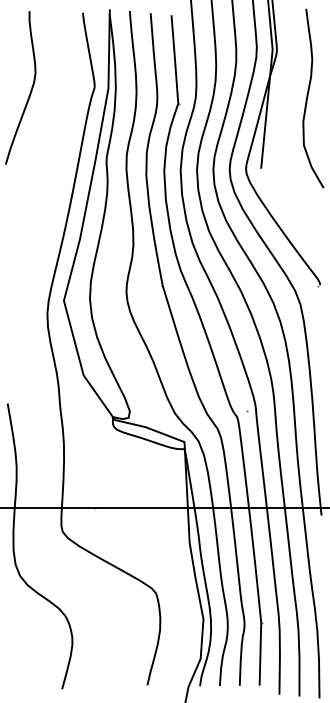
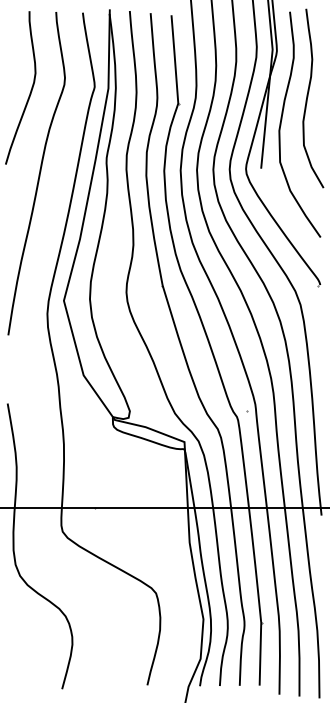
curve at (282, 119): none -> present
curve at (38, 174): none -> present
